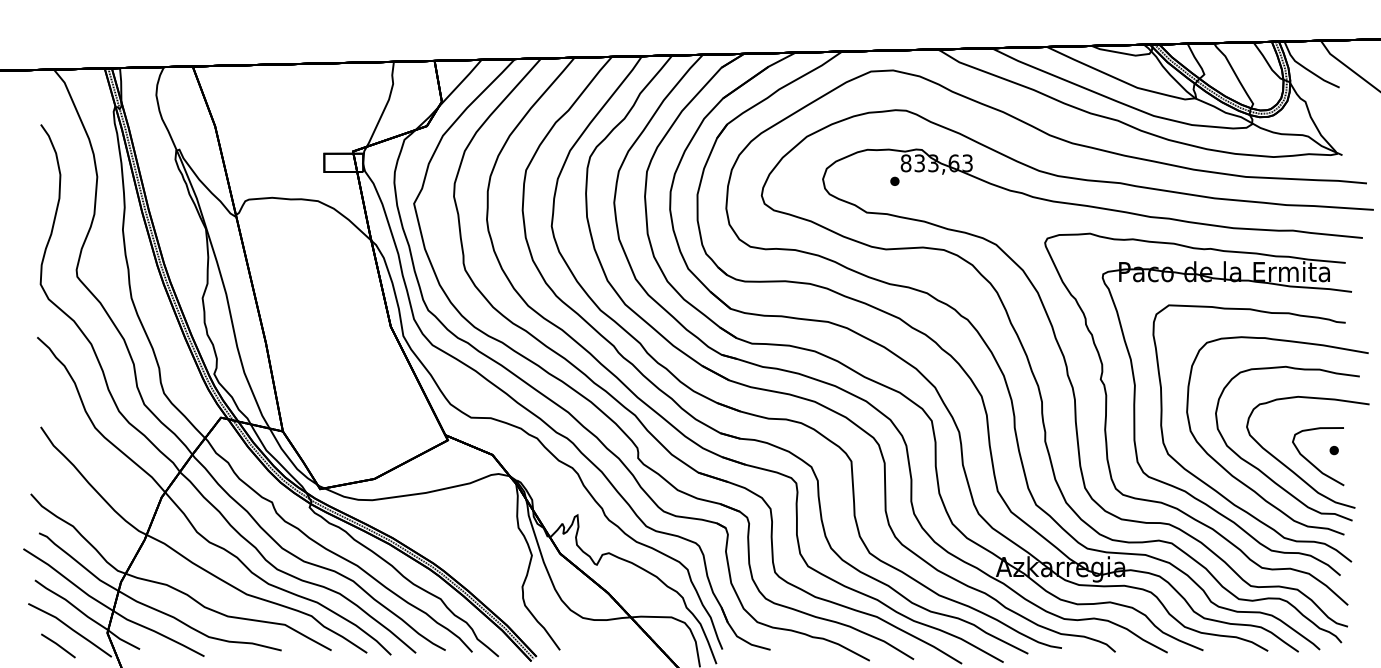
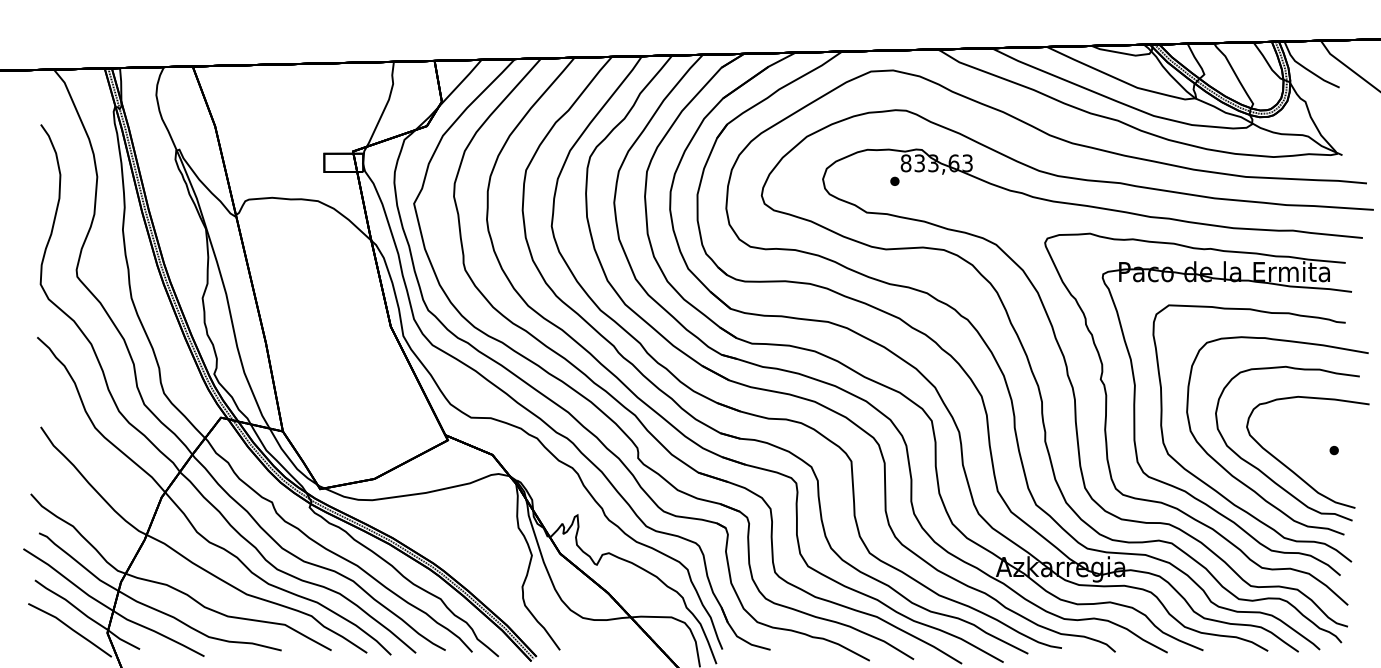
part at (1311, 462): present -> none
line at (58, 645): present -> none
